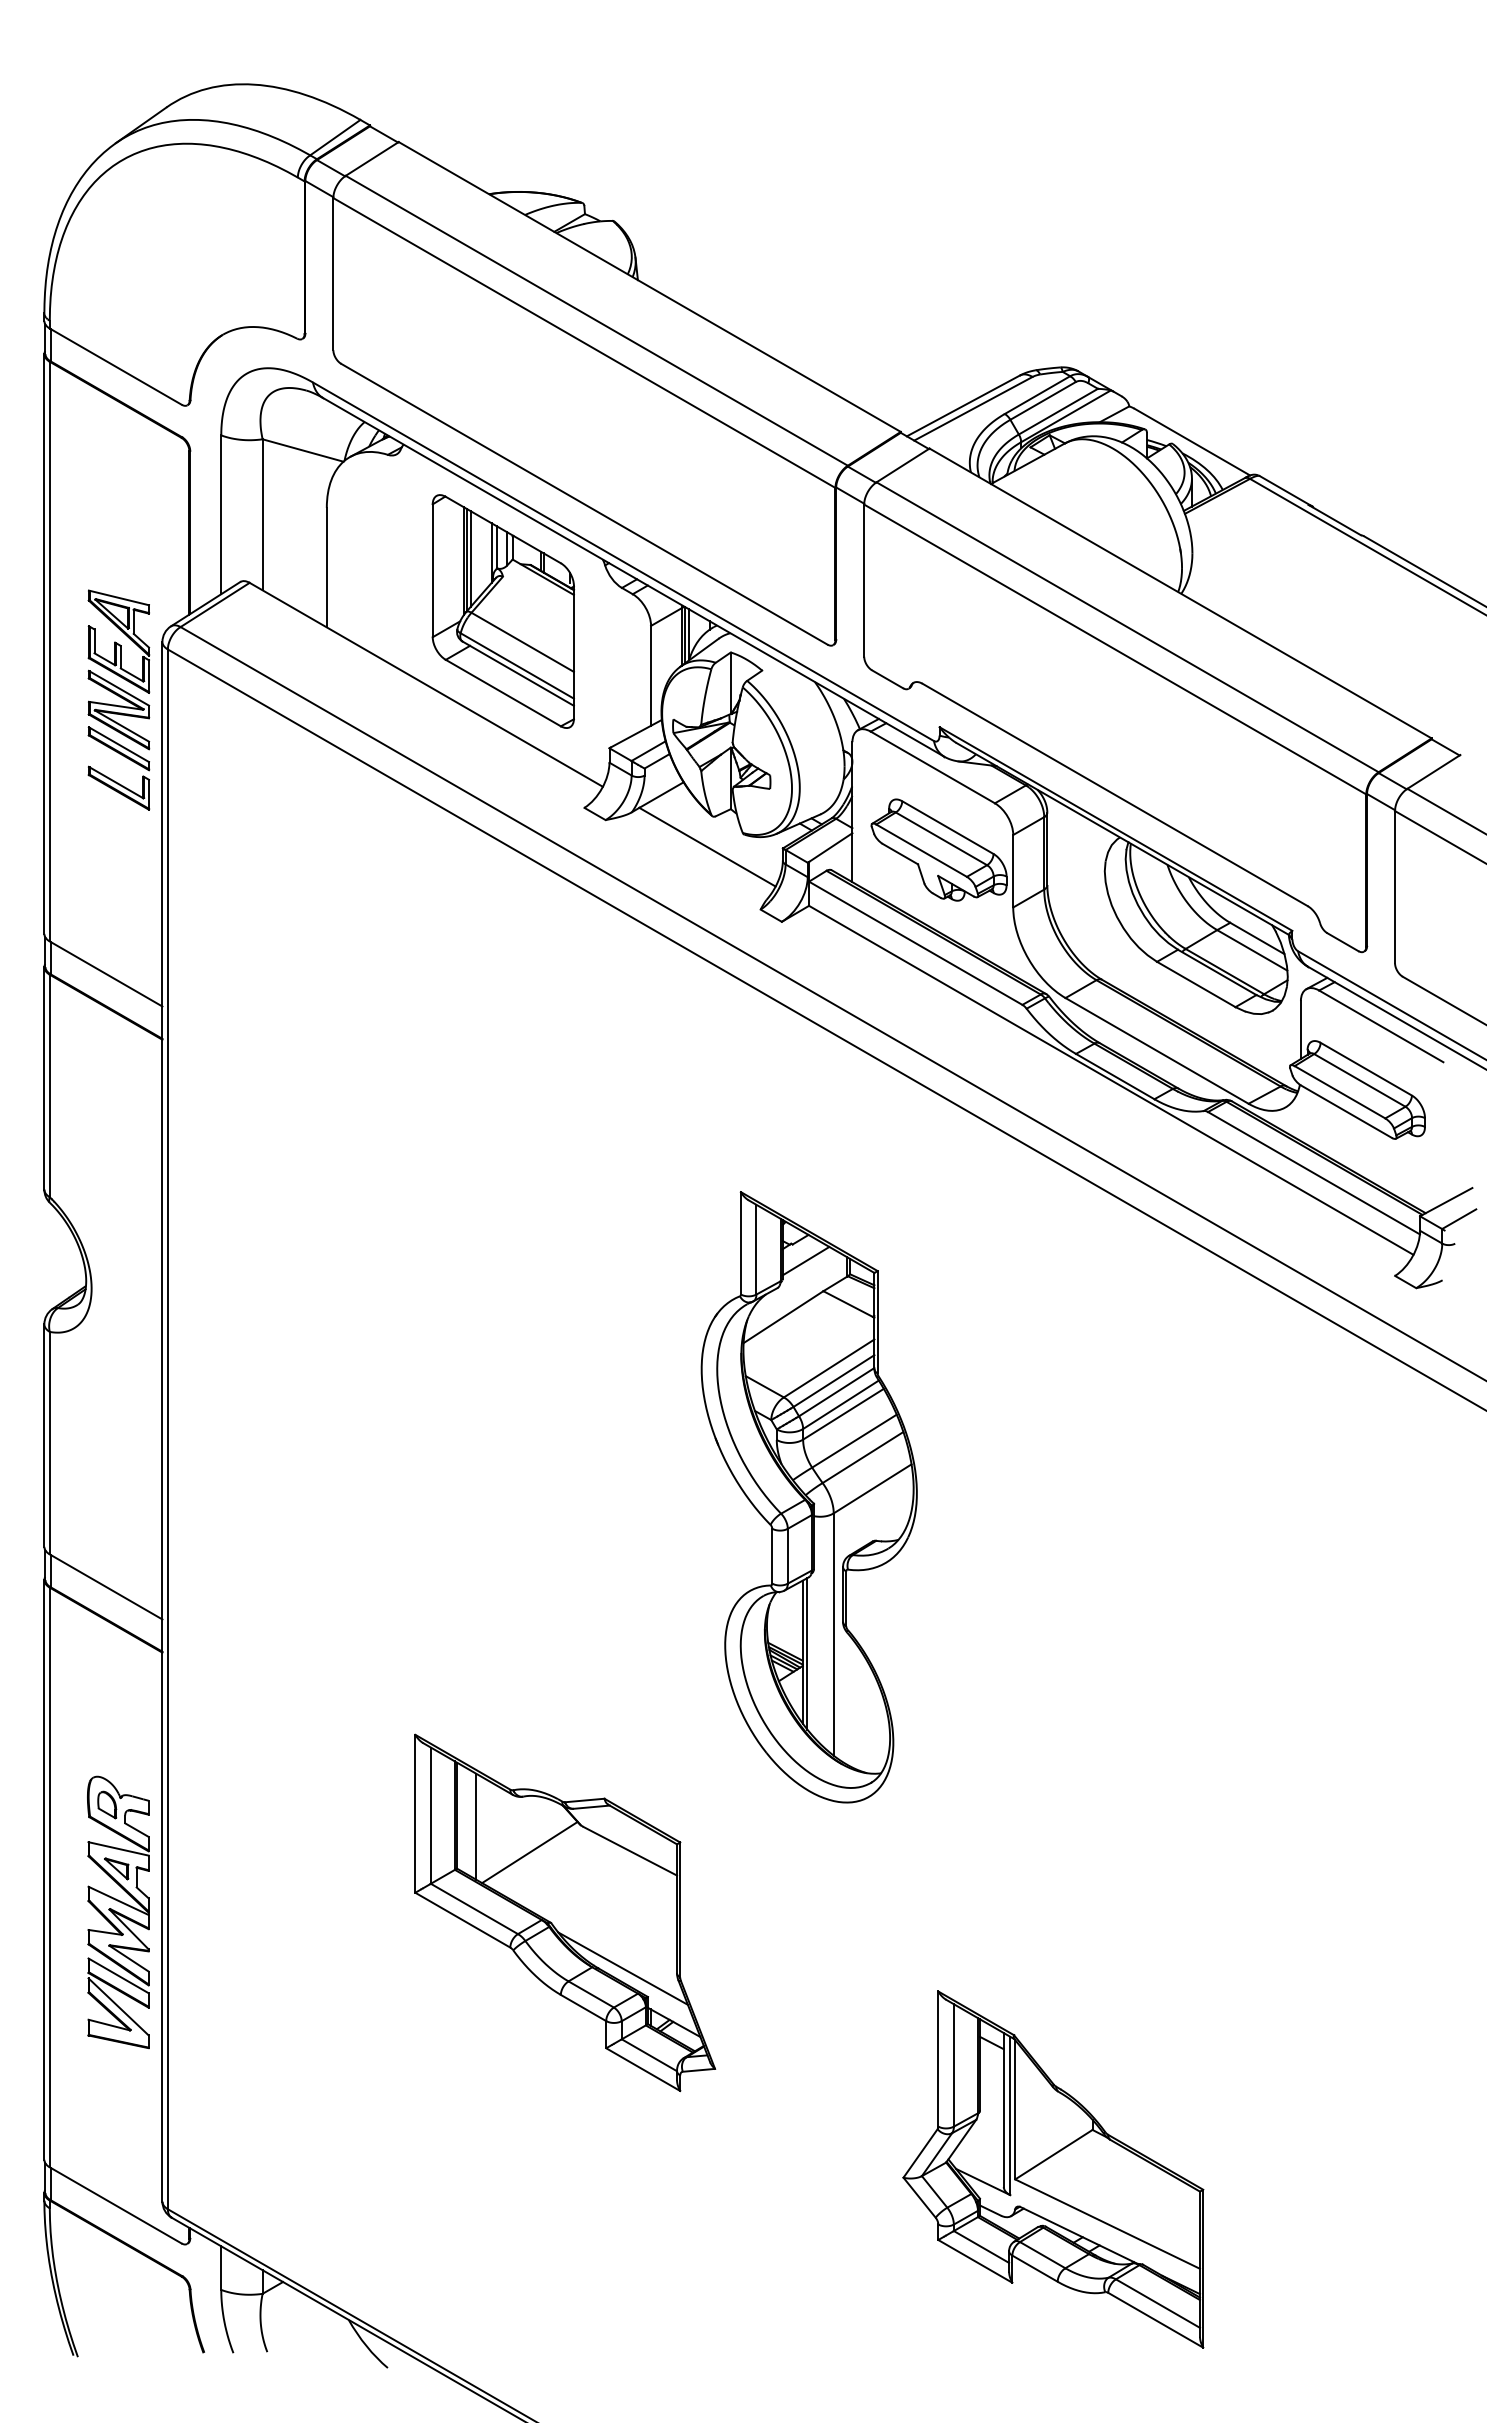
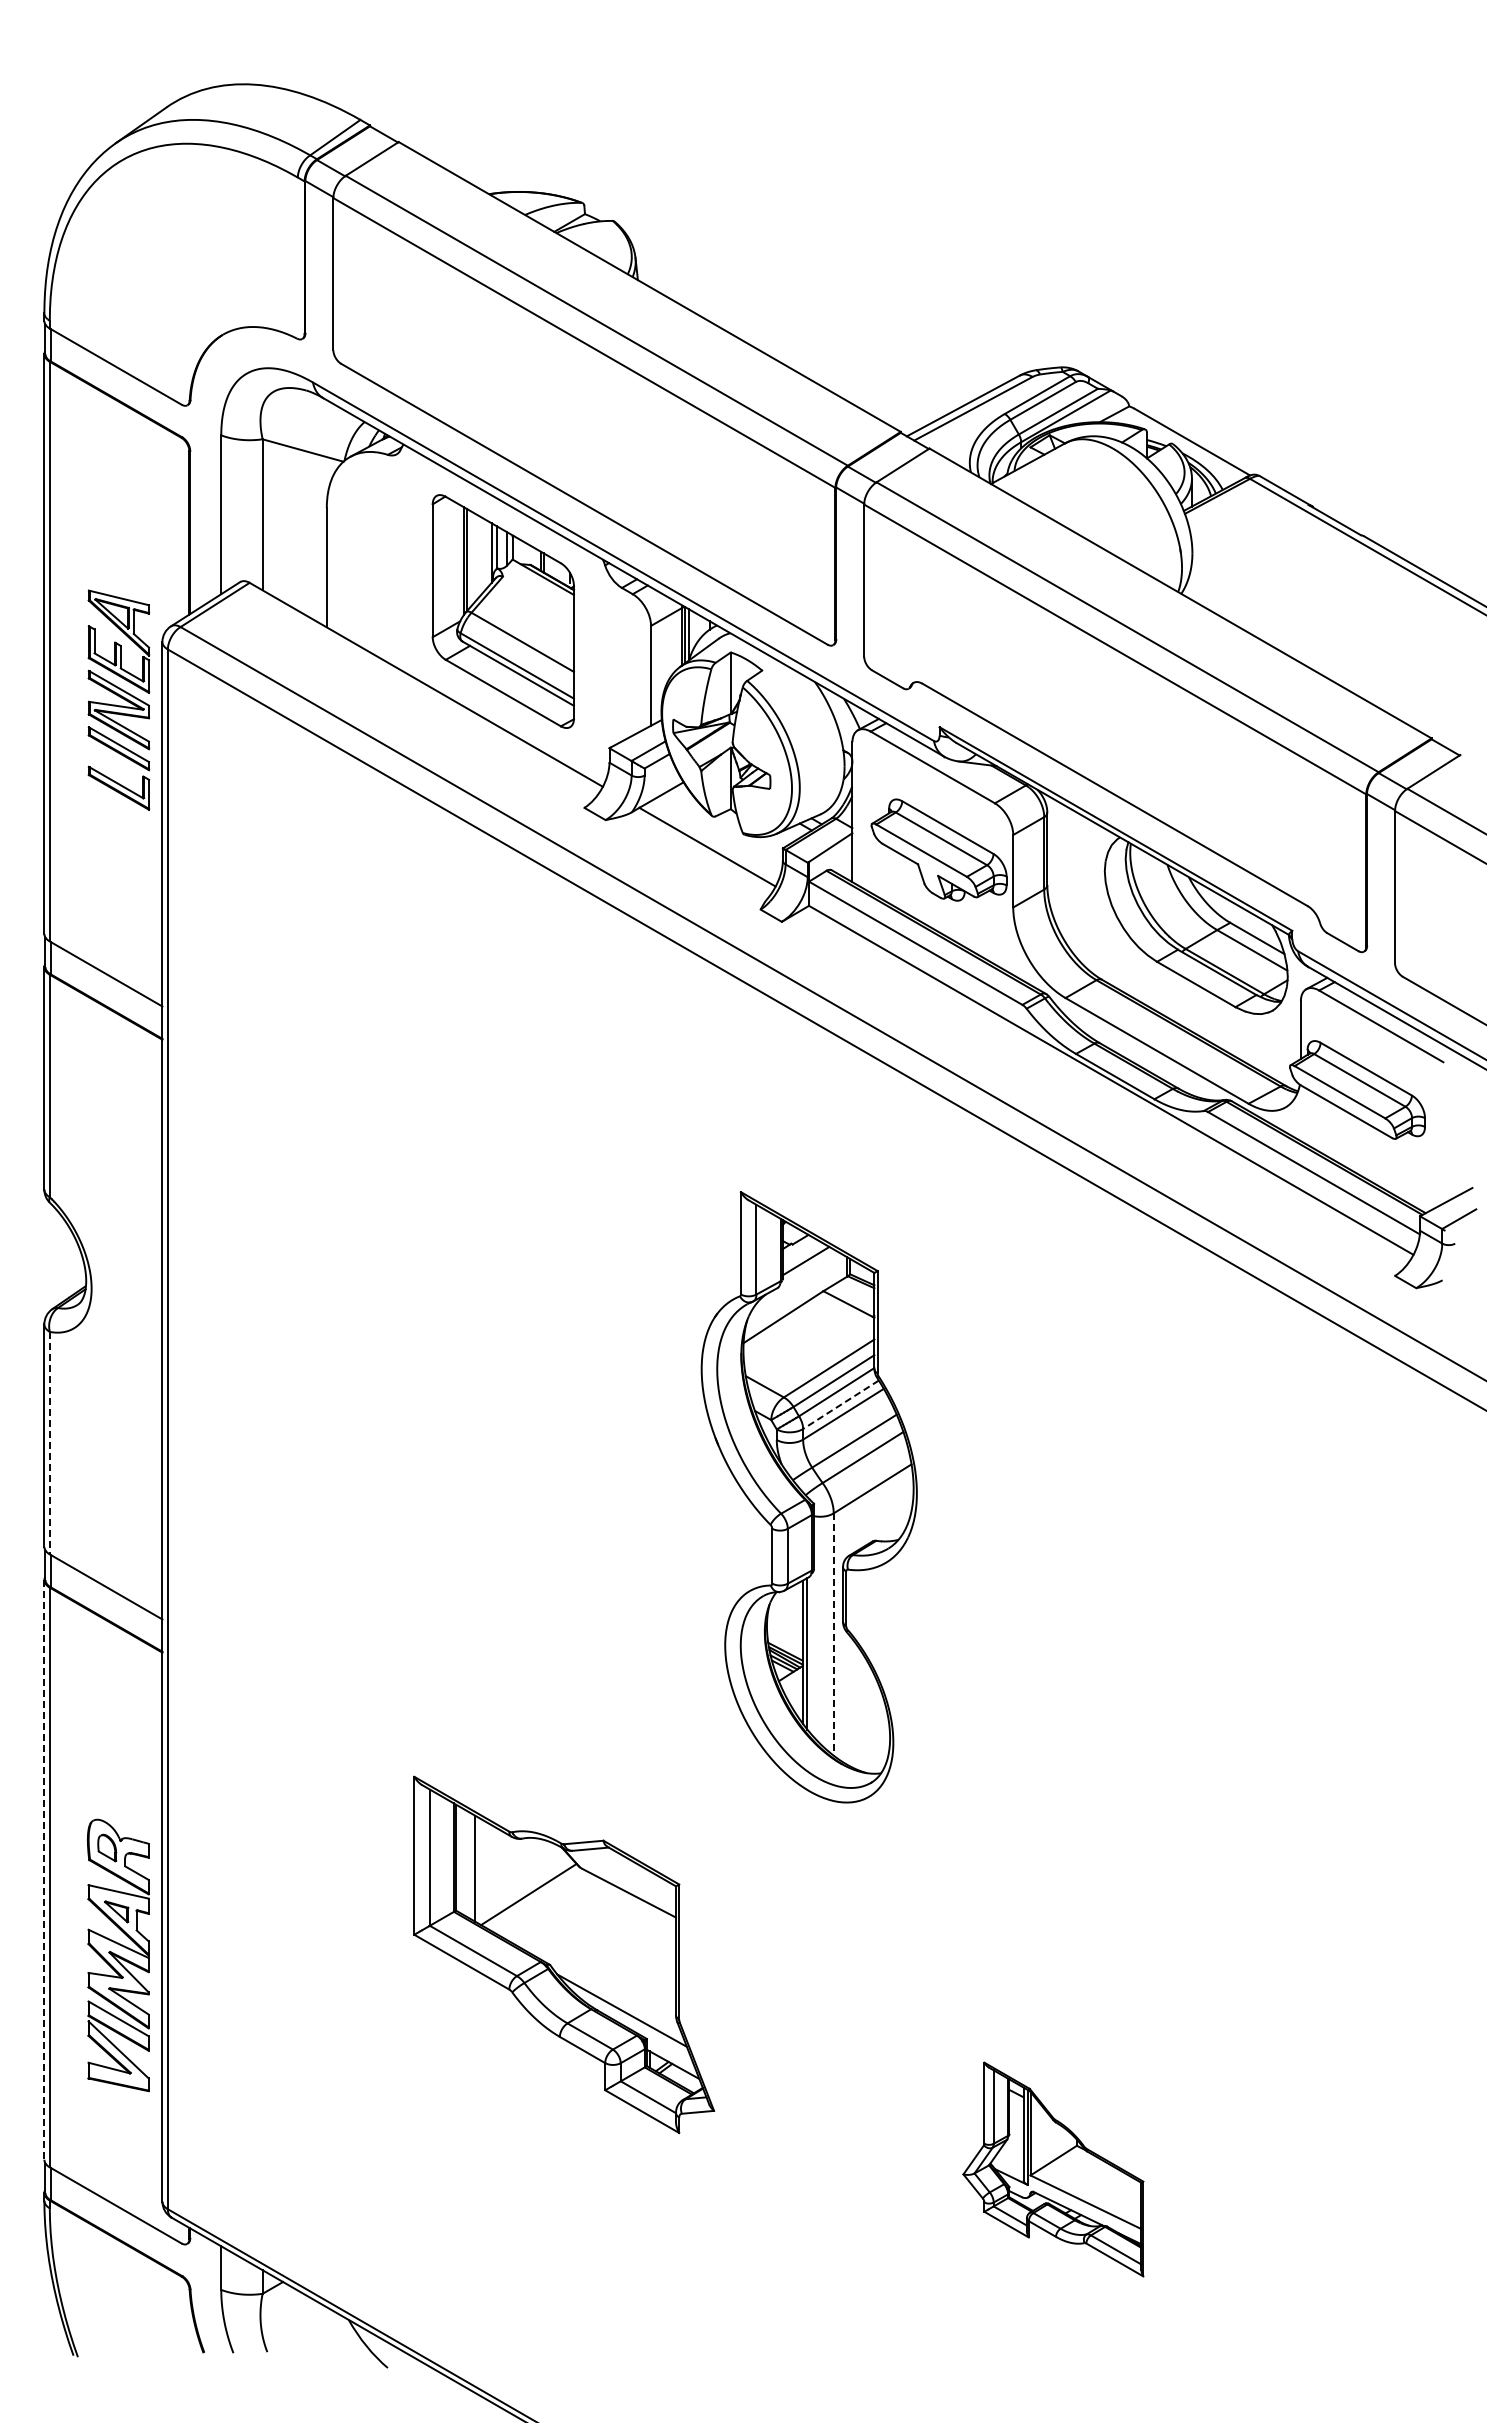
line at (470, 558): present -> none
line at (841, 1404): solid -> dashed
line at (49, 1443): solid -> dashed
line at (833, 1635): solid -> dashed
line at (44, 1869): solid -> dashed
part at (118, 1912) position: (118, 1912) -> (118, 1955)
part at (565, 1912) position: (565, 1912) -> (564, 1954)
part at (1053, 2169) size: 303x359 px -> 183x217 px
